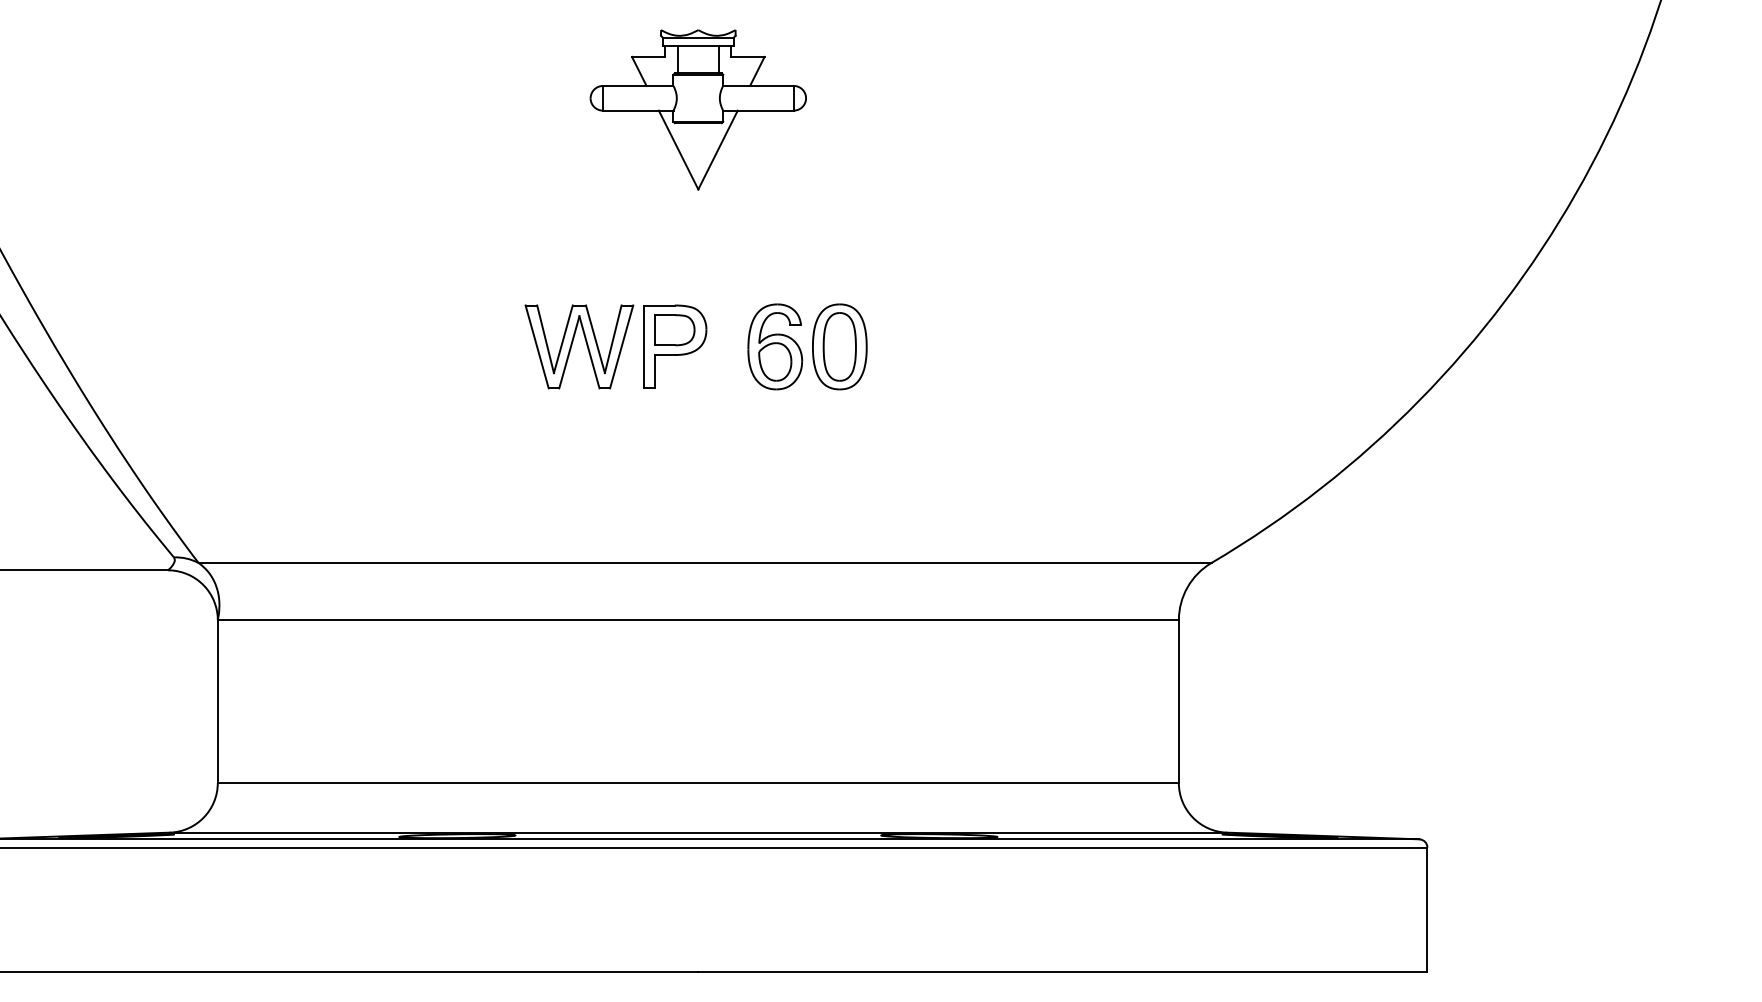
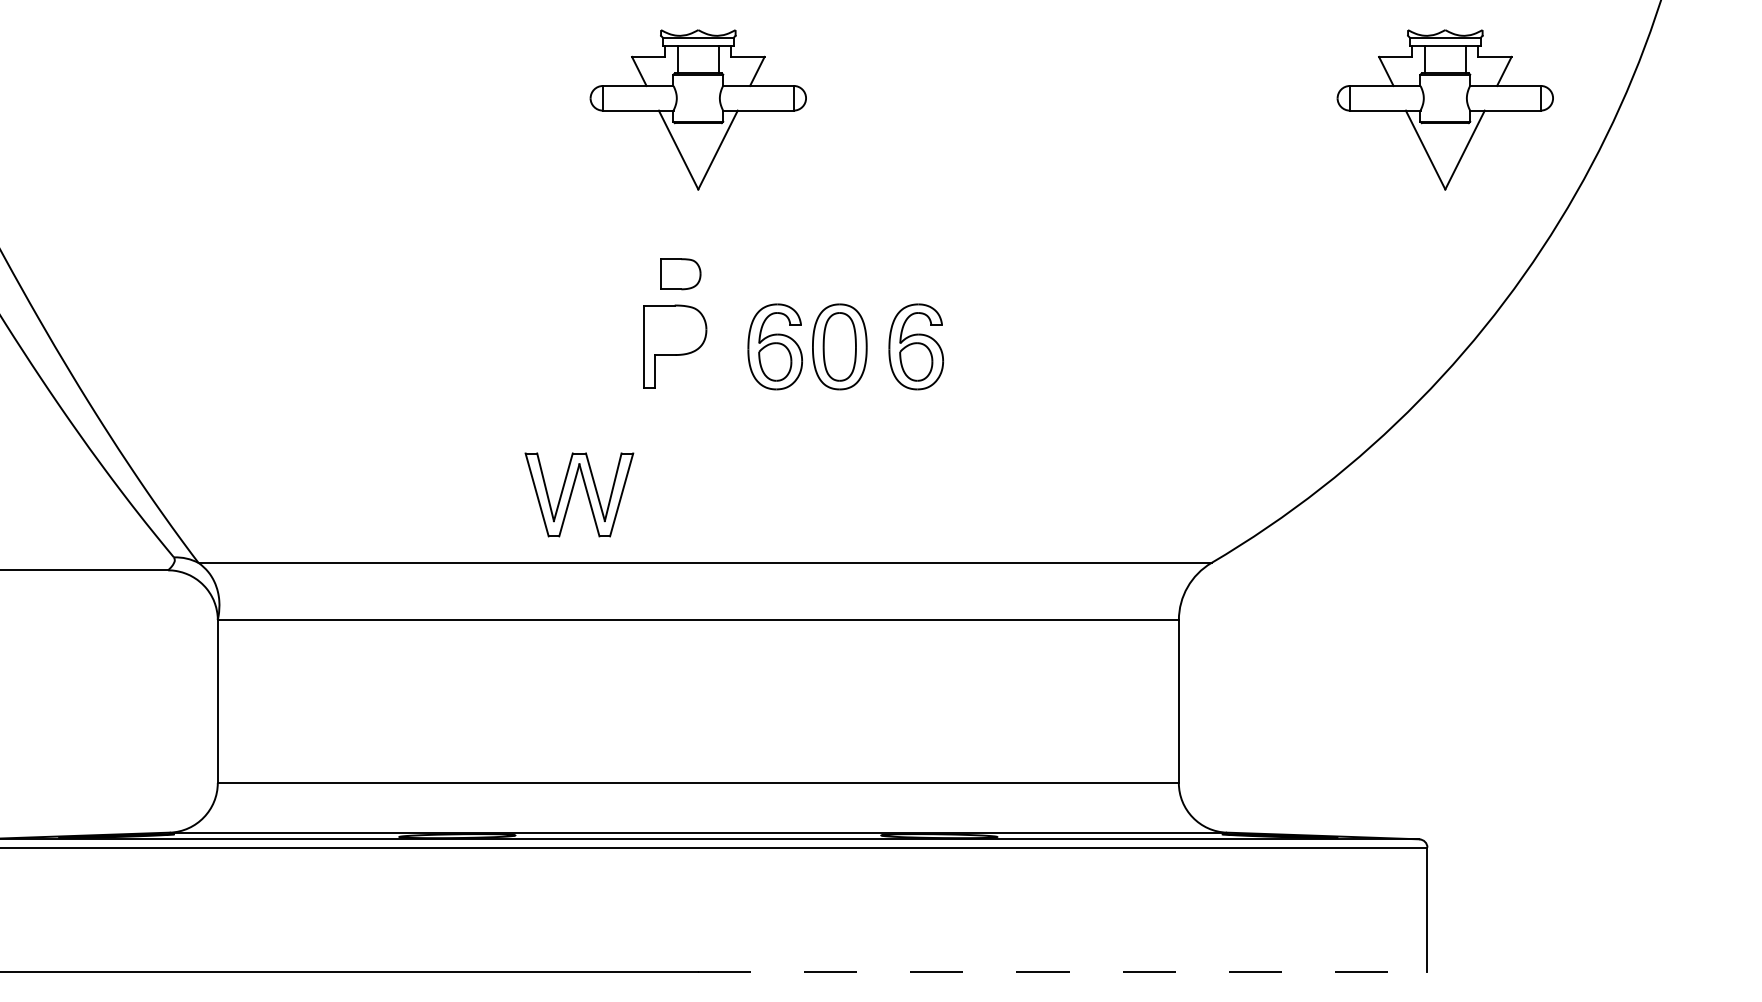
part at (1444, 109): none -> present
part at (674, 330) position: (674, 330) -> (680, 274)
part at (586, 346) position: (586, 346) -> (586, 494)
part at (915, 346): none -> present
line at (1062, 971): solid -> dashed
